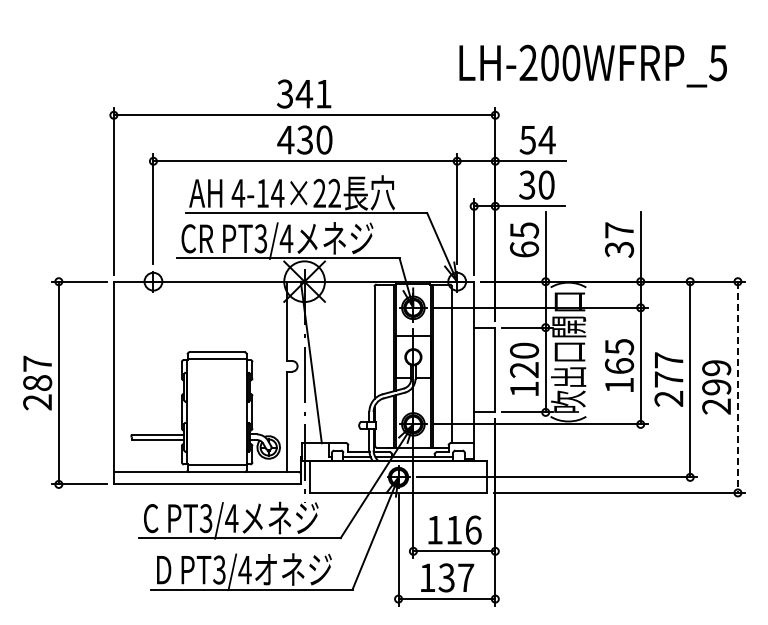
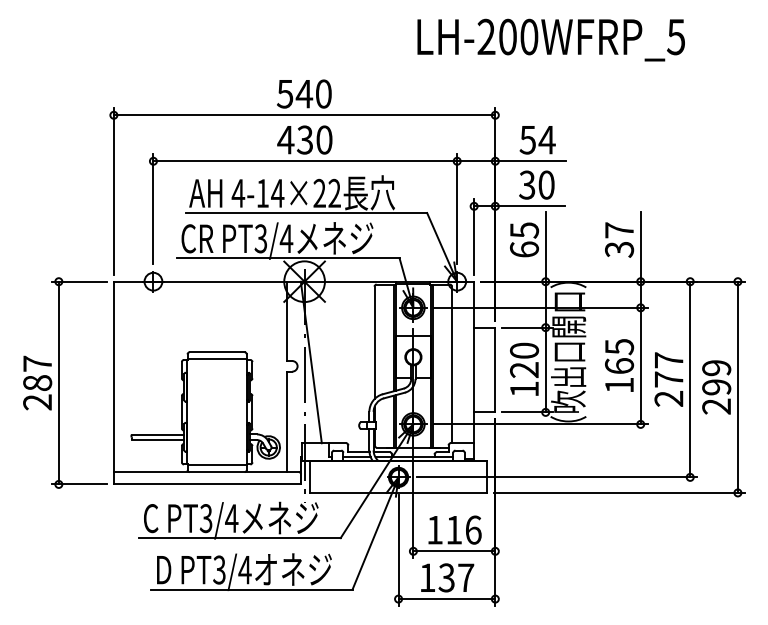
text at (592, 65) position: (592, 65) -> (550, 39)
text at (304, 93): 341 -> 540
line at (737, 387): dashed -> solid
